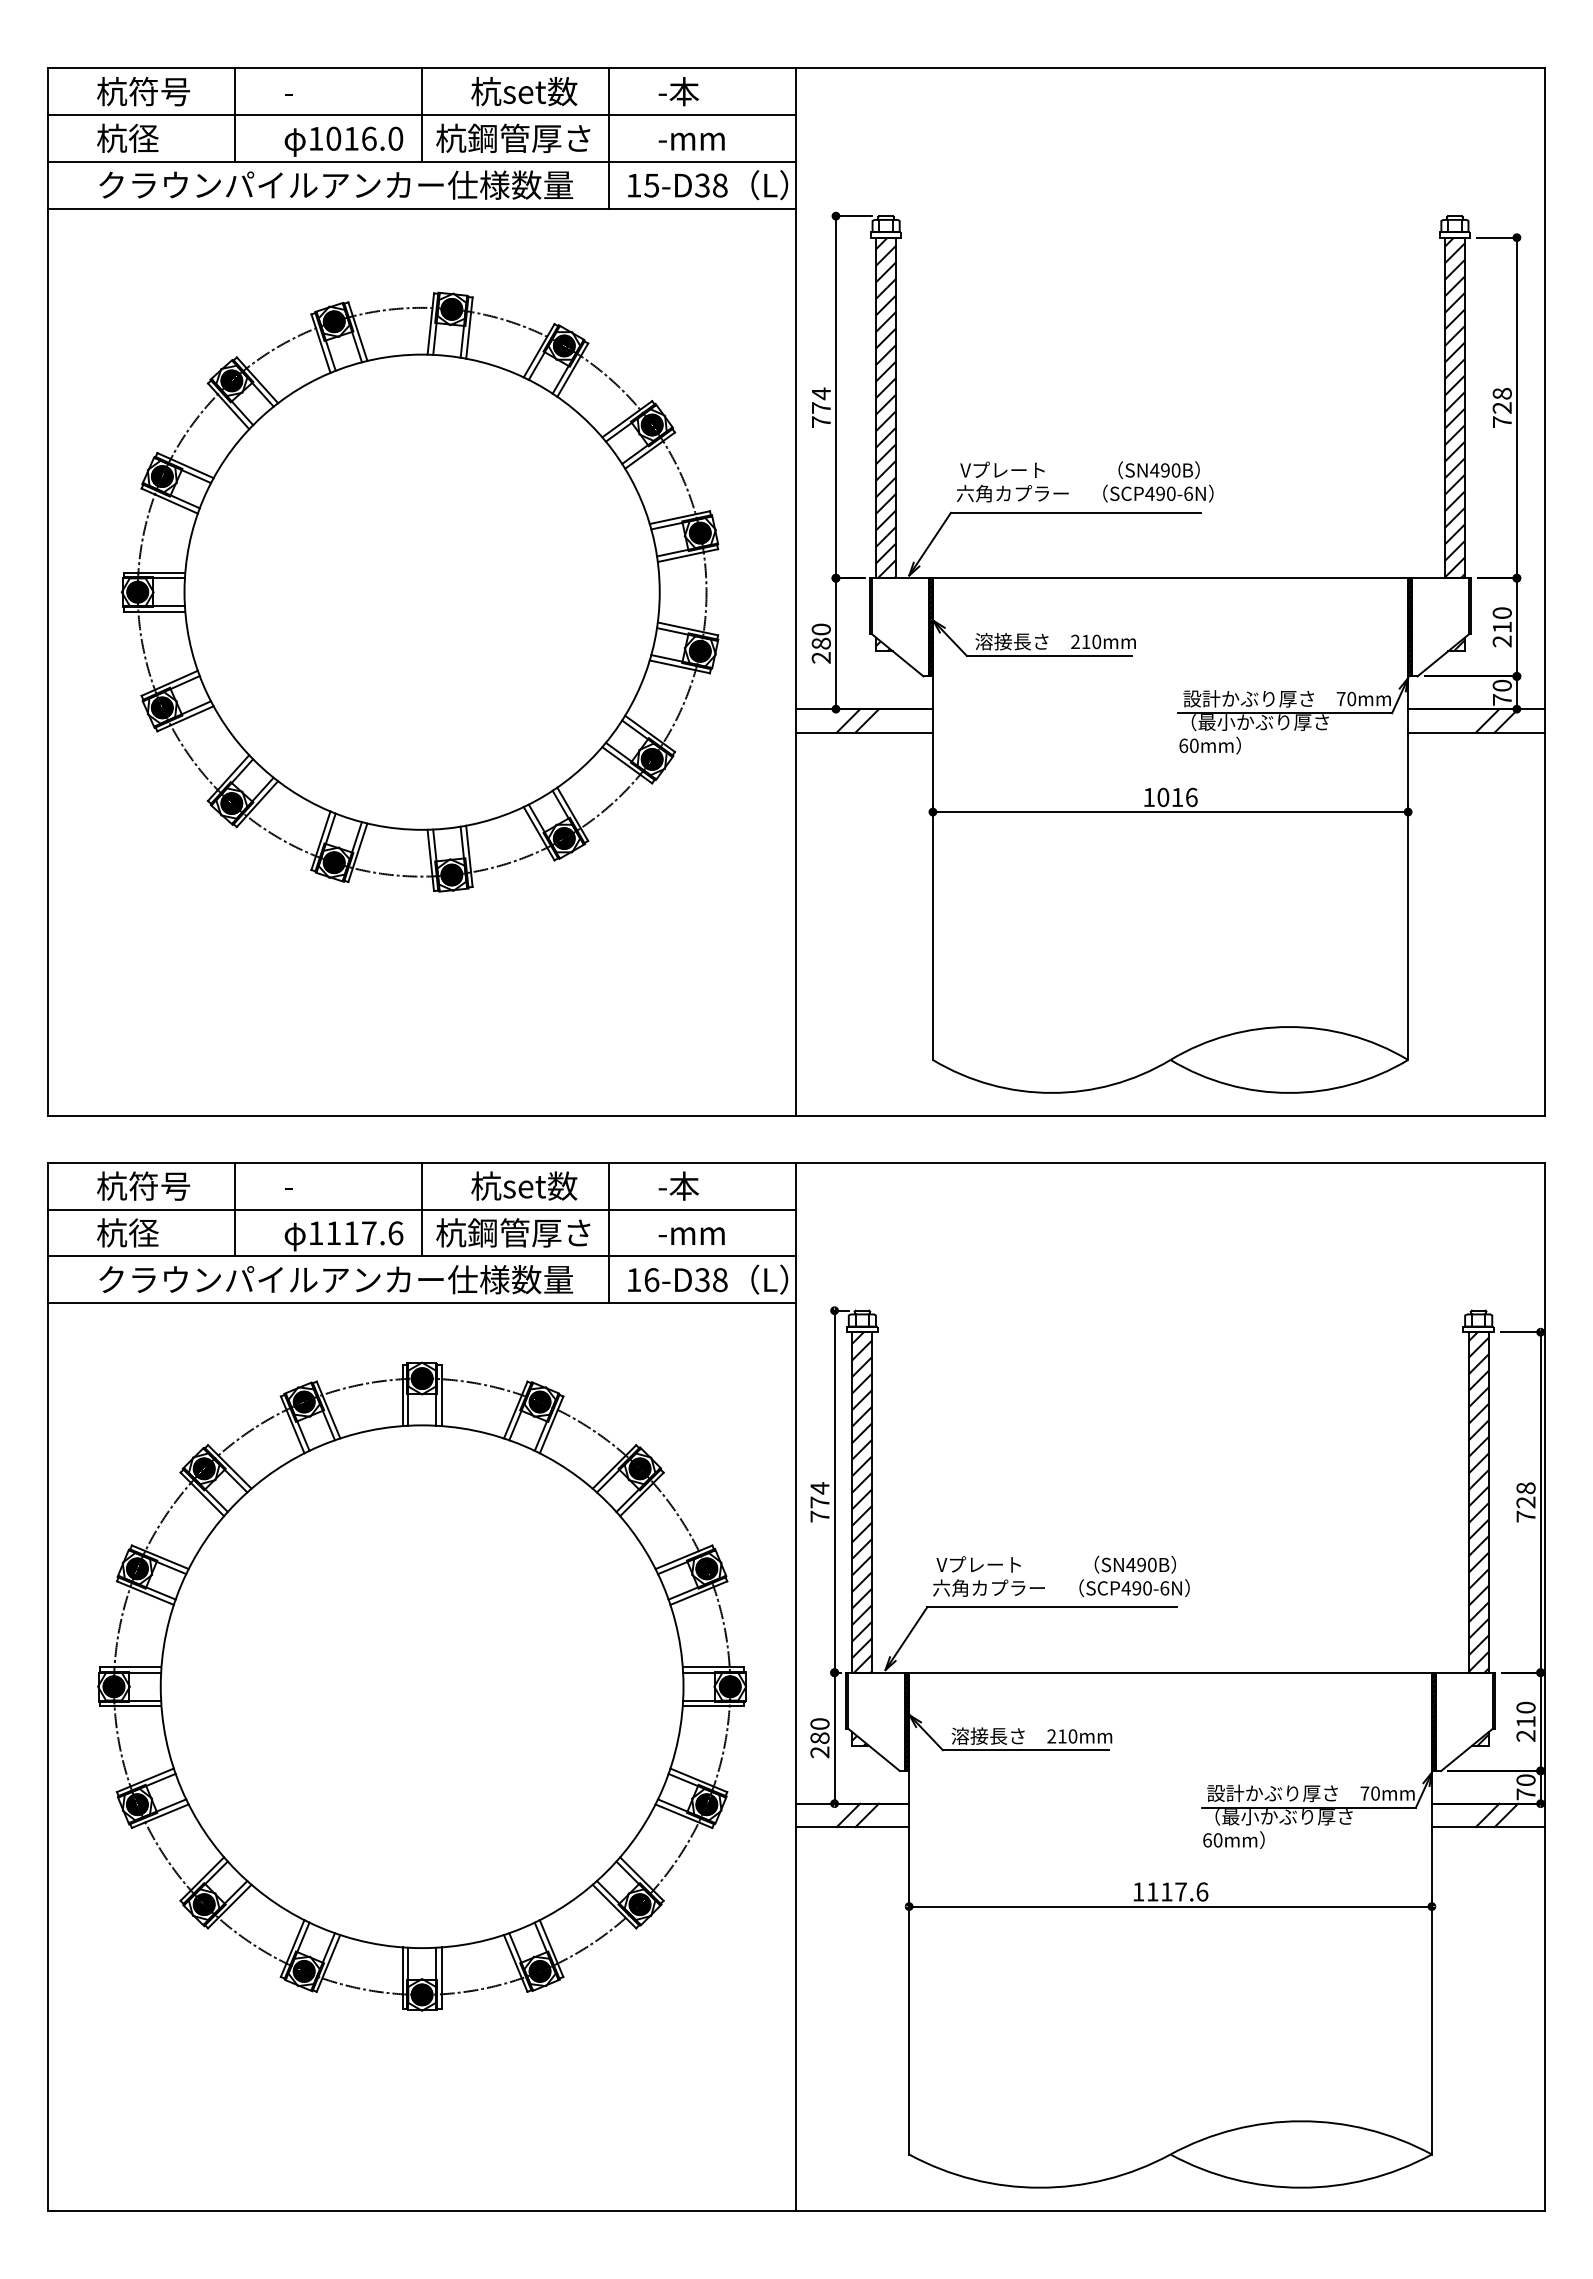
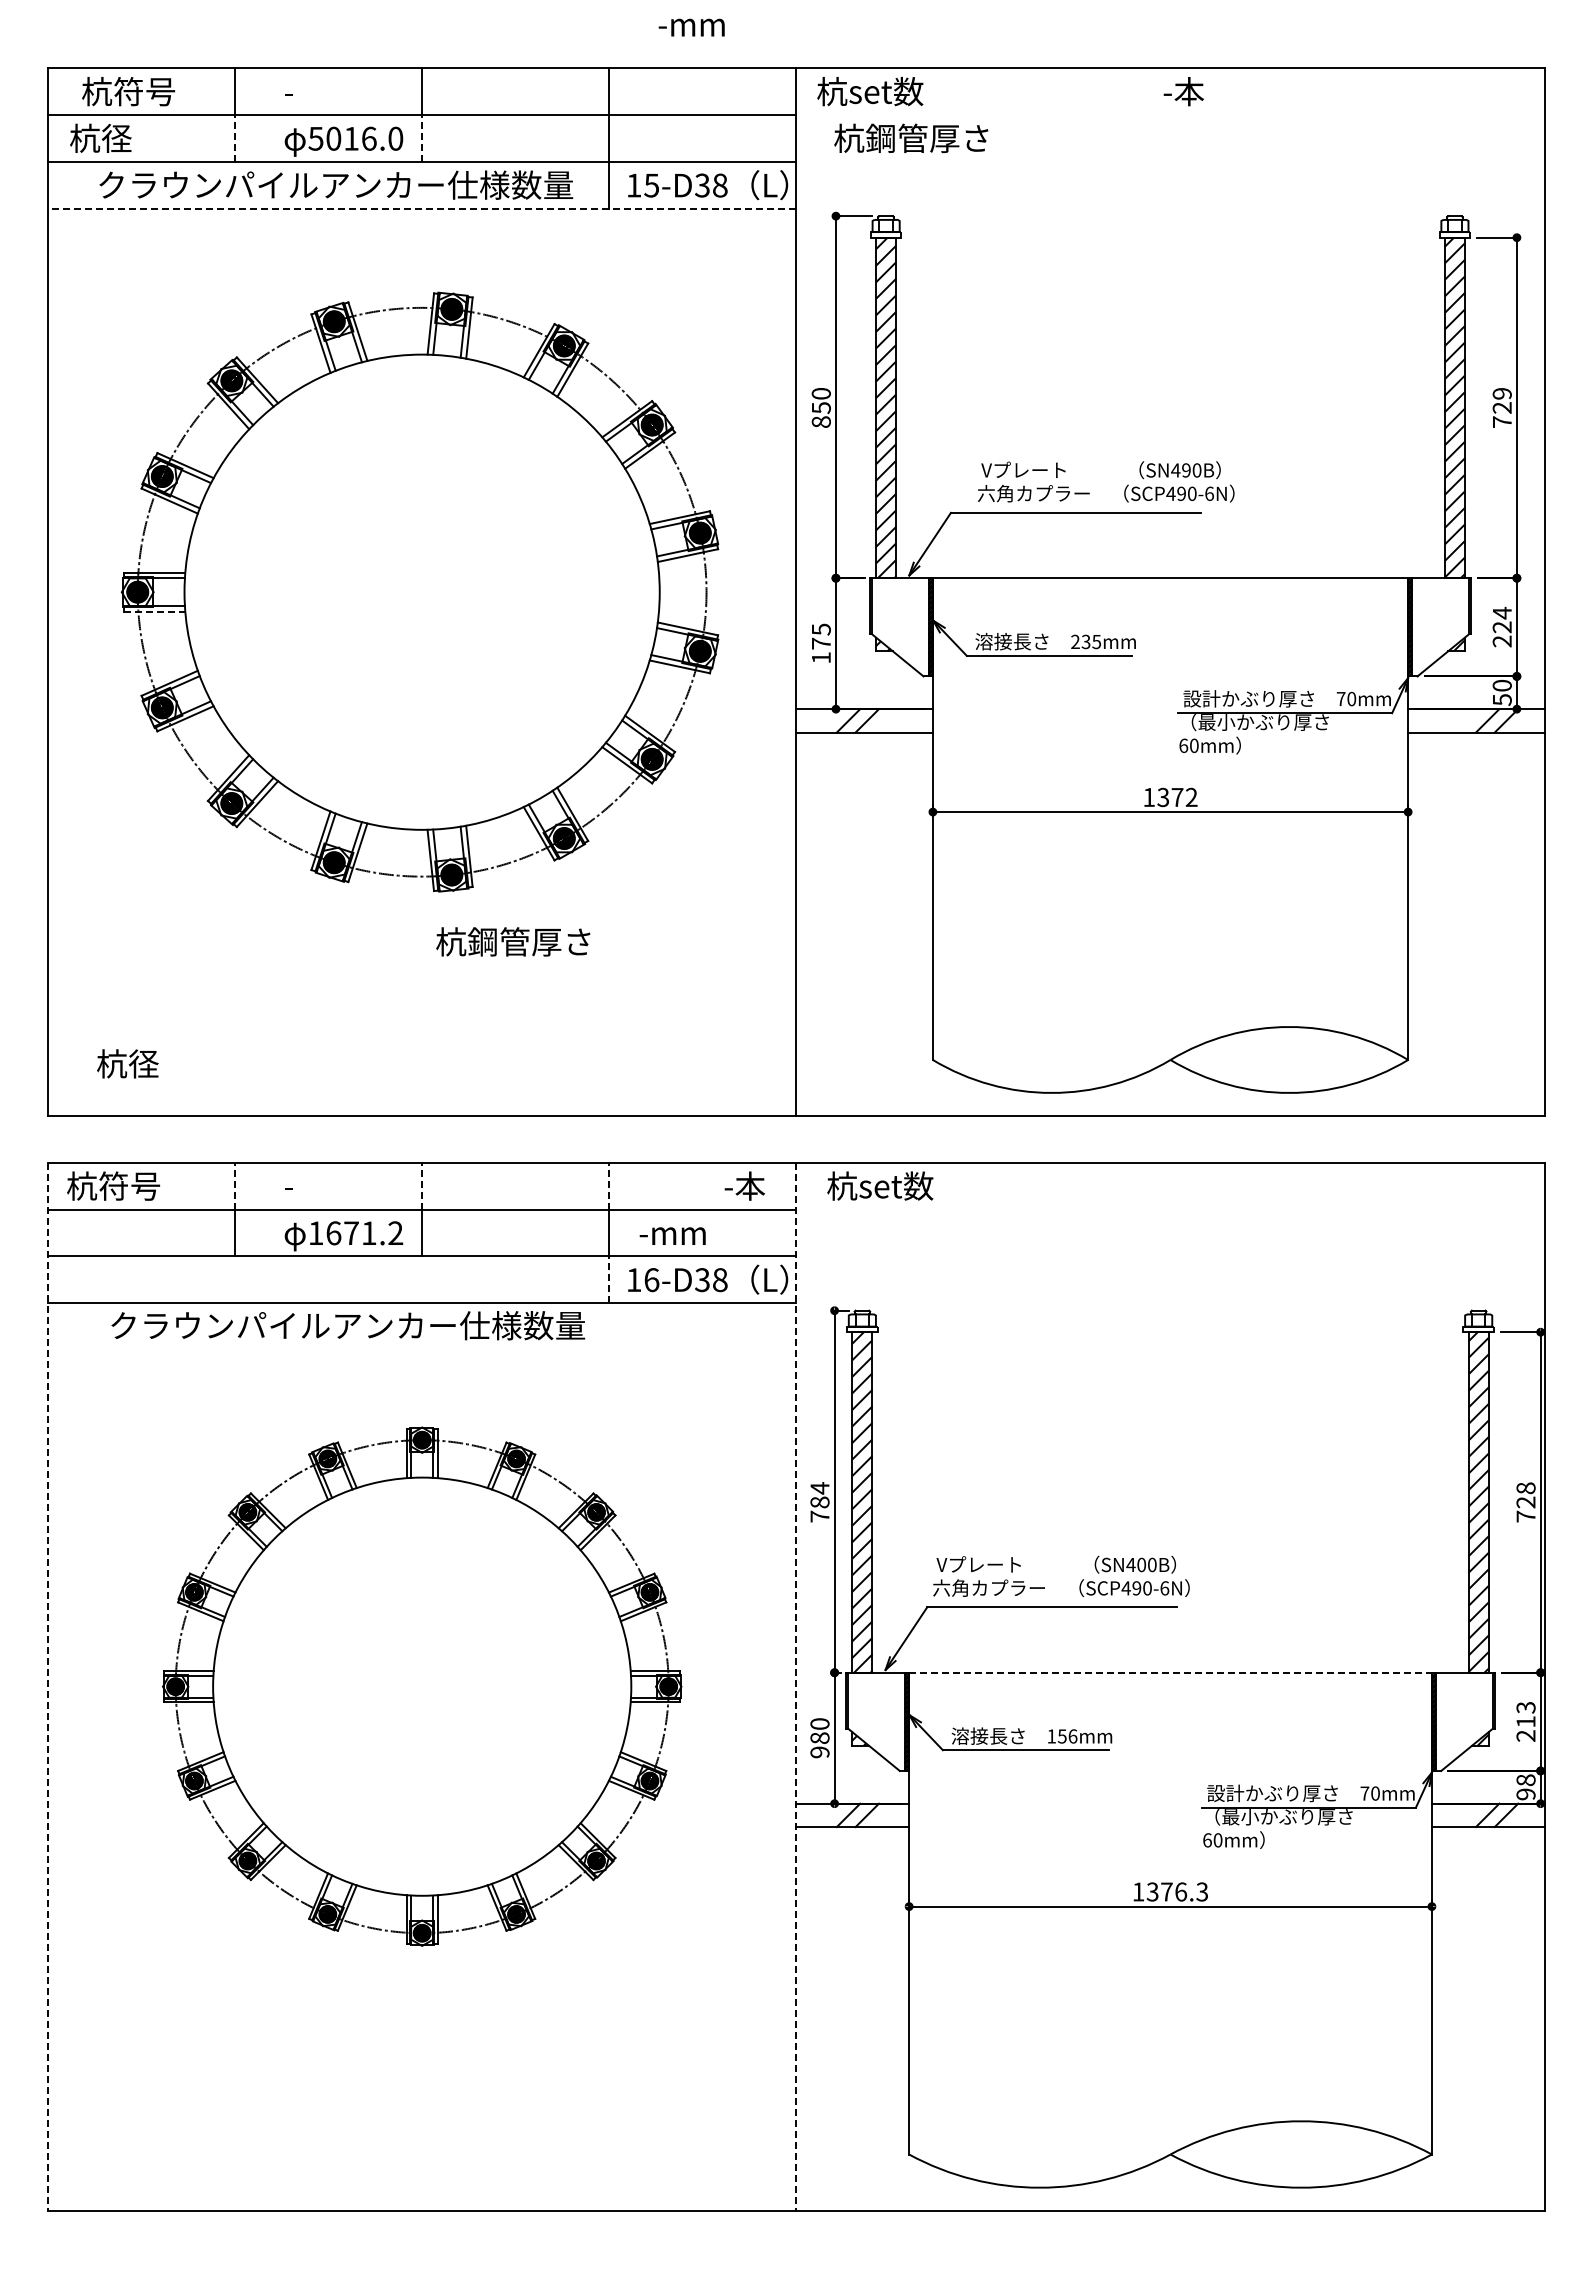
text at (143, 91) position: (143, 91) -> (128, 91)
text at (524, 91) position: (524, 91) -> (870, 91)
text at (678, 91) position: (678, 91) -> (1183, 91)
text at (127, 137) position: (127, 137) -> (100, 137)
text at (513, 137) position: (513, 137) -> (911, 137)
line at (235, 138): solid -> dashed
text at (315, 138): 1016.0 -> 5016.0
line at (422, 138): solid -> dashed
text at (691, 141) position: (691, 141) -> (691, 27)
line at (421, 208): solid -> dashed
text at (1501, 393): 728 -> 729
text at (820, 407): 774 -> 850
text at (1085, 481) position: (1085, 481) -> (1106, 481)
line at (154, 611): solid -> dashed
text at (1501, 619): 210 -> 224
text at (1091, 641): 210mm -> 235mm
text at (820, 643): 280 -> 175
text at (1502, 699): 70 -> 50
text at (1177, 797): 1016 -> 1372
text at (143, 1185) position: (143, 1185) -> (113, 1185)
line at (235, 1185): solid -> dashed
line at (422, 1185): solid -> dashed
text at (524, 1185) position: (524, 1185) -> (880, 1185)
line at (609, 1185): solid -> dashed
text at (678, 1185) position: (678, 1185) -> (744, 1185)
text at (127, 1232) position: (127, 1232) -> (127, 1063)
text at (513, 1232) position: (513, 1232) -> (513, 941)
text at (364, 1233): 1117.6 -> 1671.2
text at (691, 1235) position: (691, 1235) -> (672, 1235)
text at (336, 1279) position: (336, 1279) -> (348, 1325)
line at (609, 1279): solid -> dashed
text at (819, 1502): 774 -> 784
text at (1141, 1565): SN490B -> SN400B
line at (1171, 1672): solid -> dashed
line at (47, 1686): solid -> dashed
part at (422, 1686) size: 651x651 px -> 521x521 px
line at (796, 1686): solid -> dashed
text at (1525, 1707): 210 -> 213
text at (1062, 1736): 210mm -> 156mm
text at (819, 1752): 280 -> 980
text at (1525, 1787): 70 -> 98
text at (1177, 1891): 1117.6 -> 1376.3
